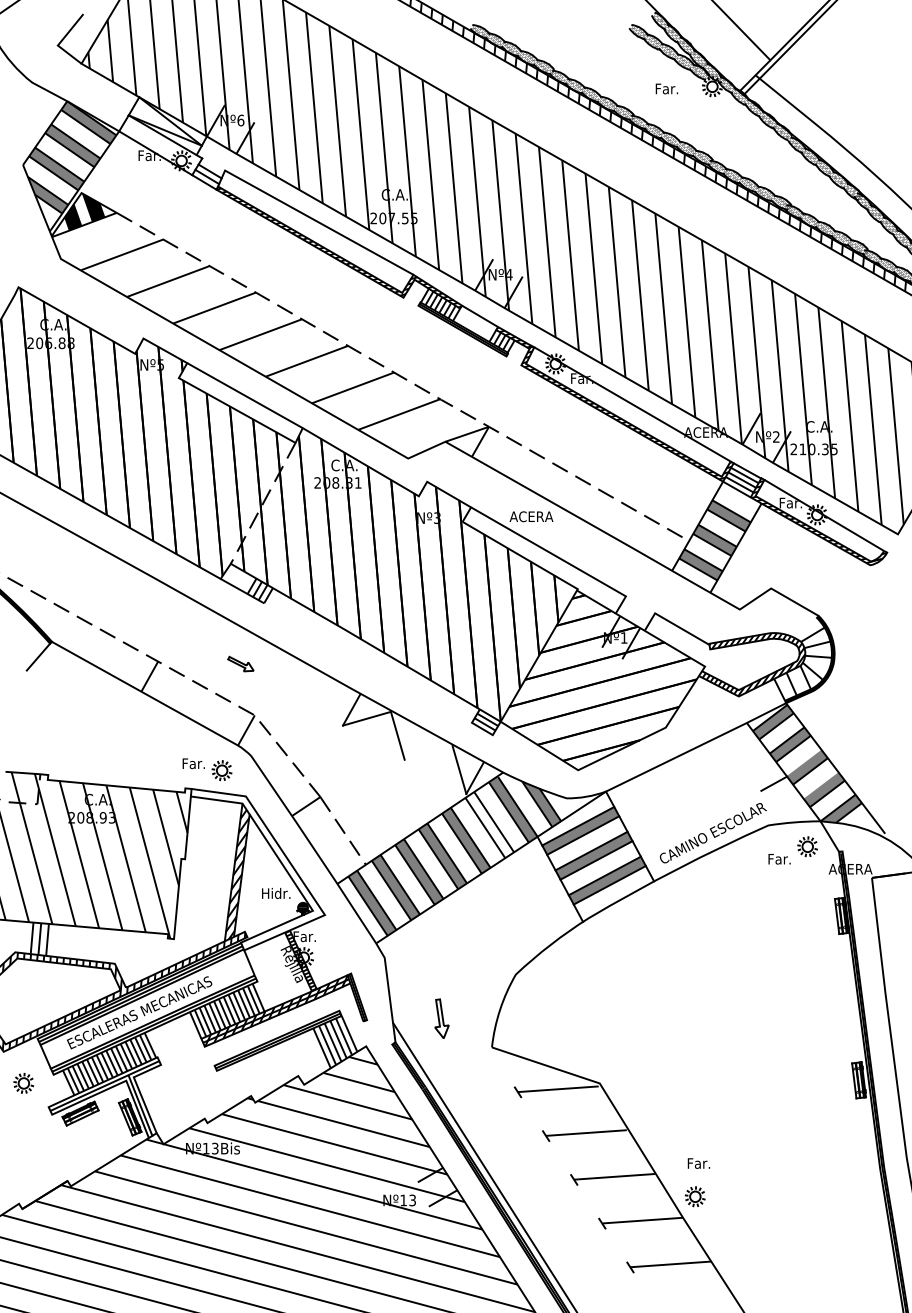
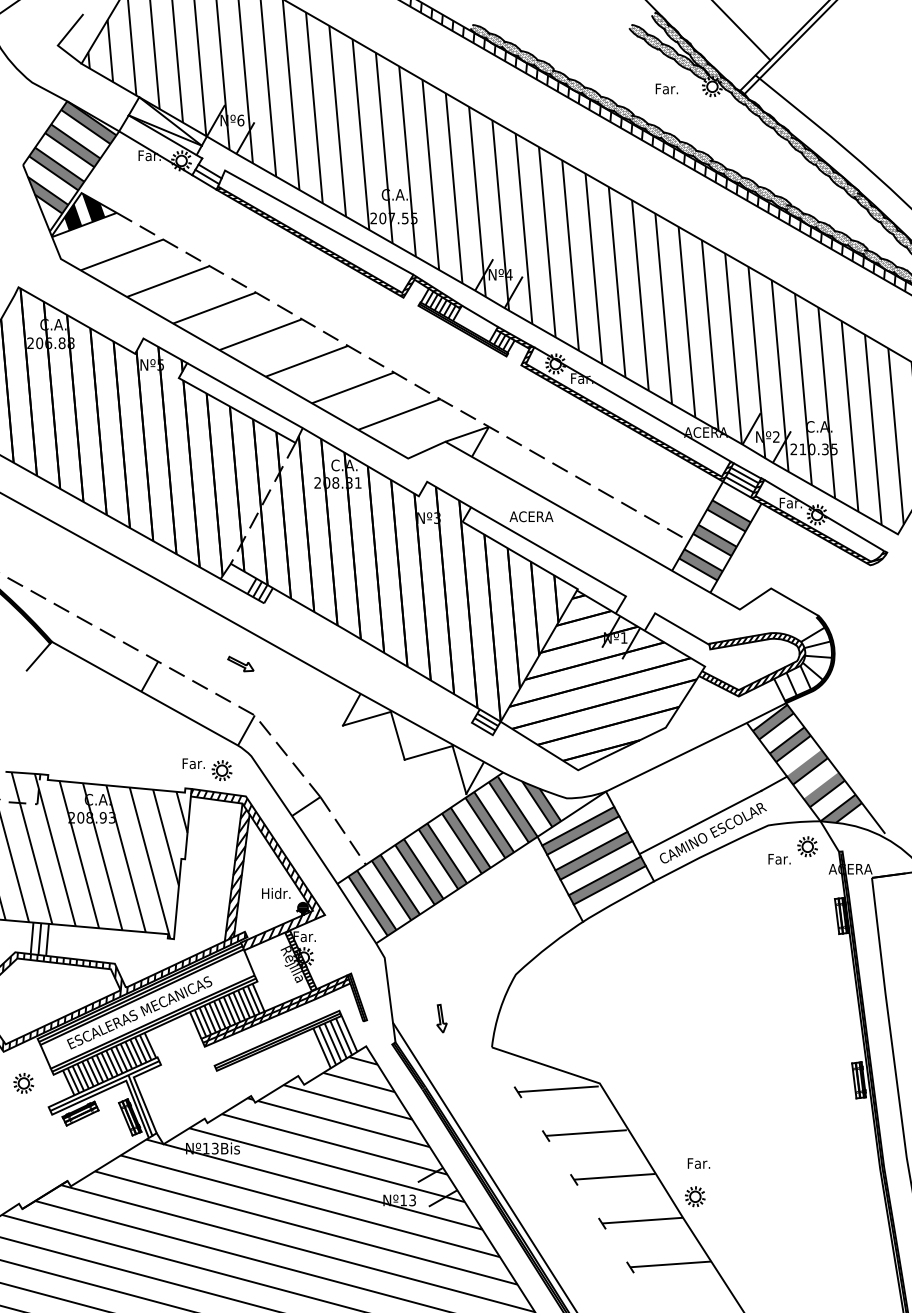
line at (428, 752): none -> present
line at (700, 822): none -> present
fill at (489, 824): none -> present
hatch at (257, 868): none -> present
part at (441, 1018) size: 16x41 px -> 12x31 px
